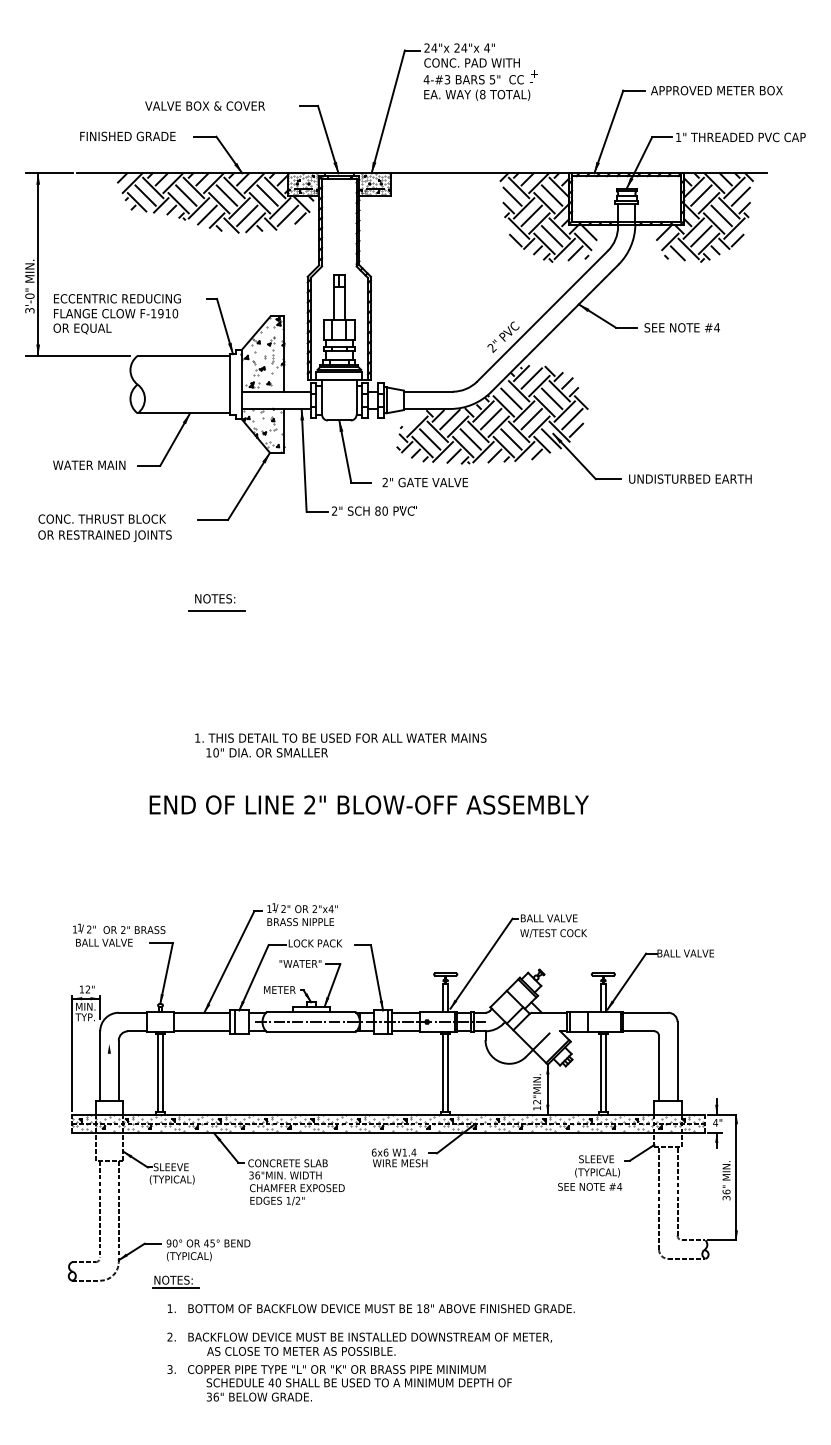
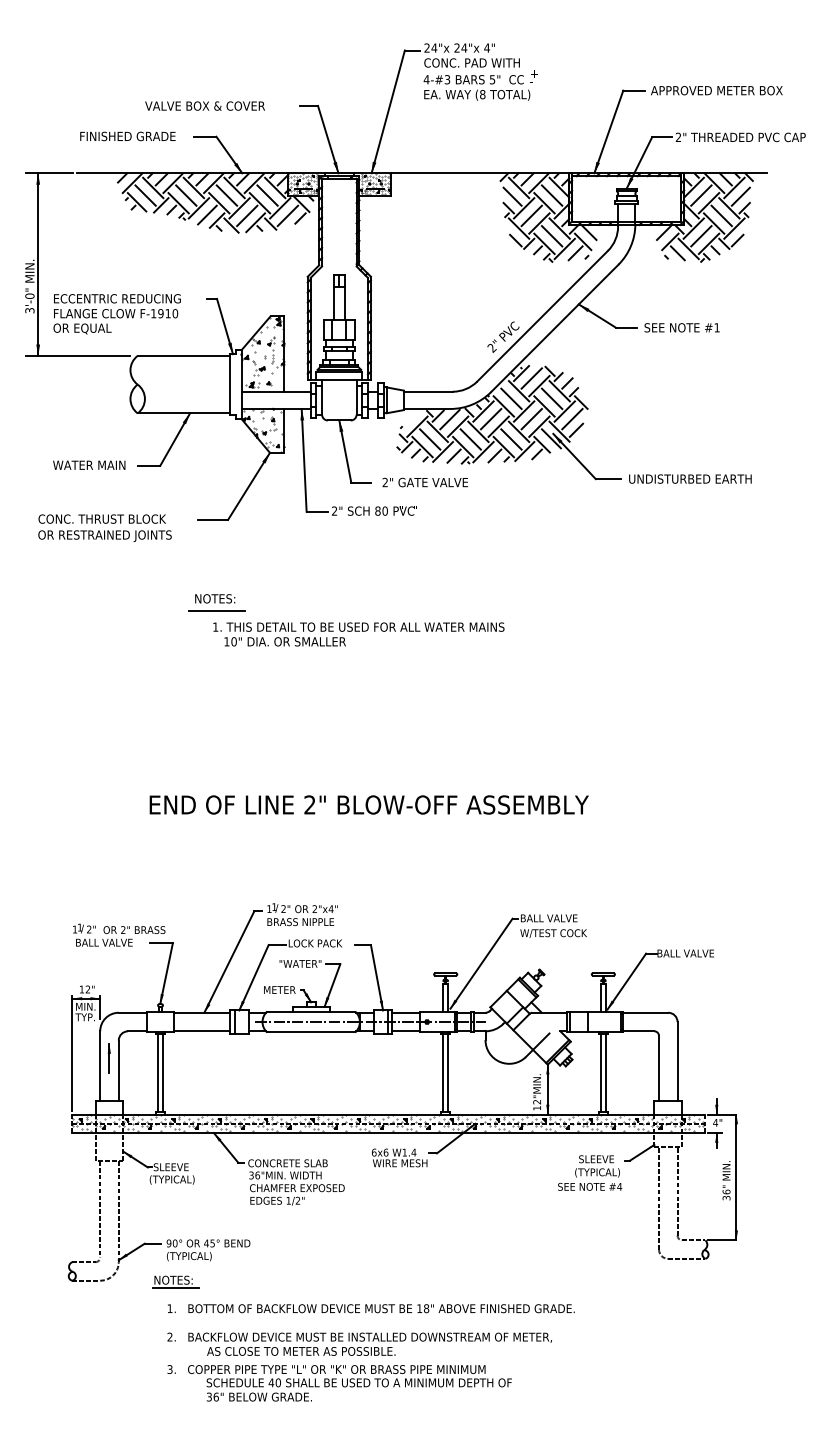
text at (677, 136): 1" -> 2"
text at (717, 327): #4 -> #1
text at (340, 745) position: (340, 745) -> (358, 634)
line at (109, 1058): none -> present
